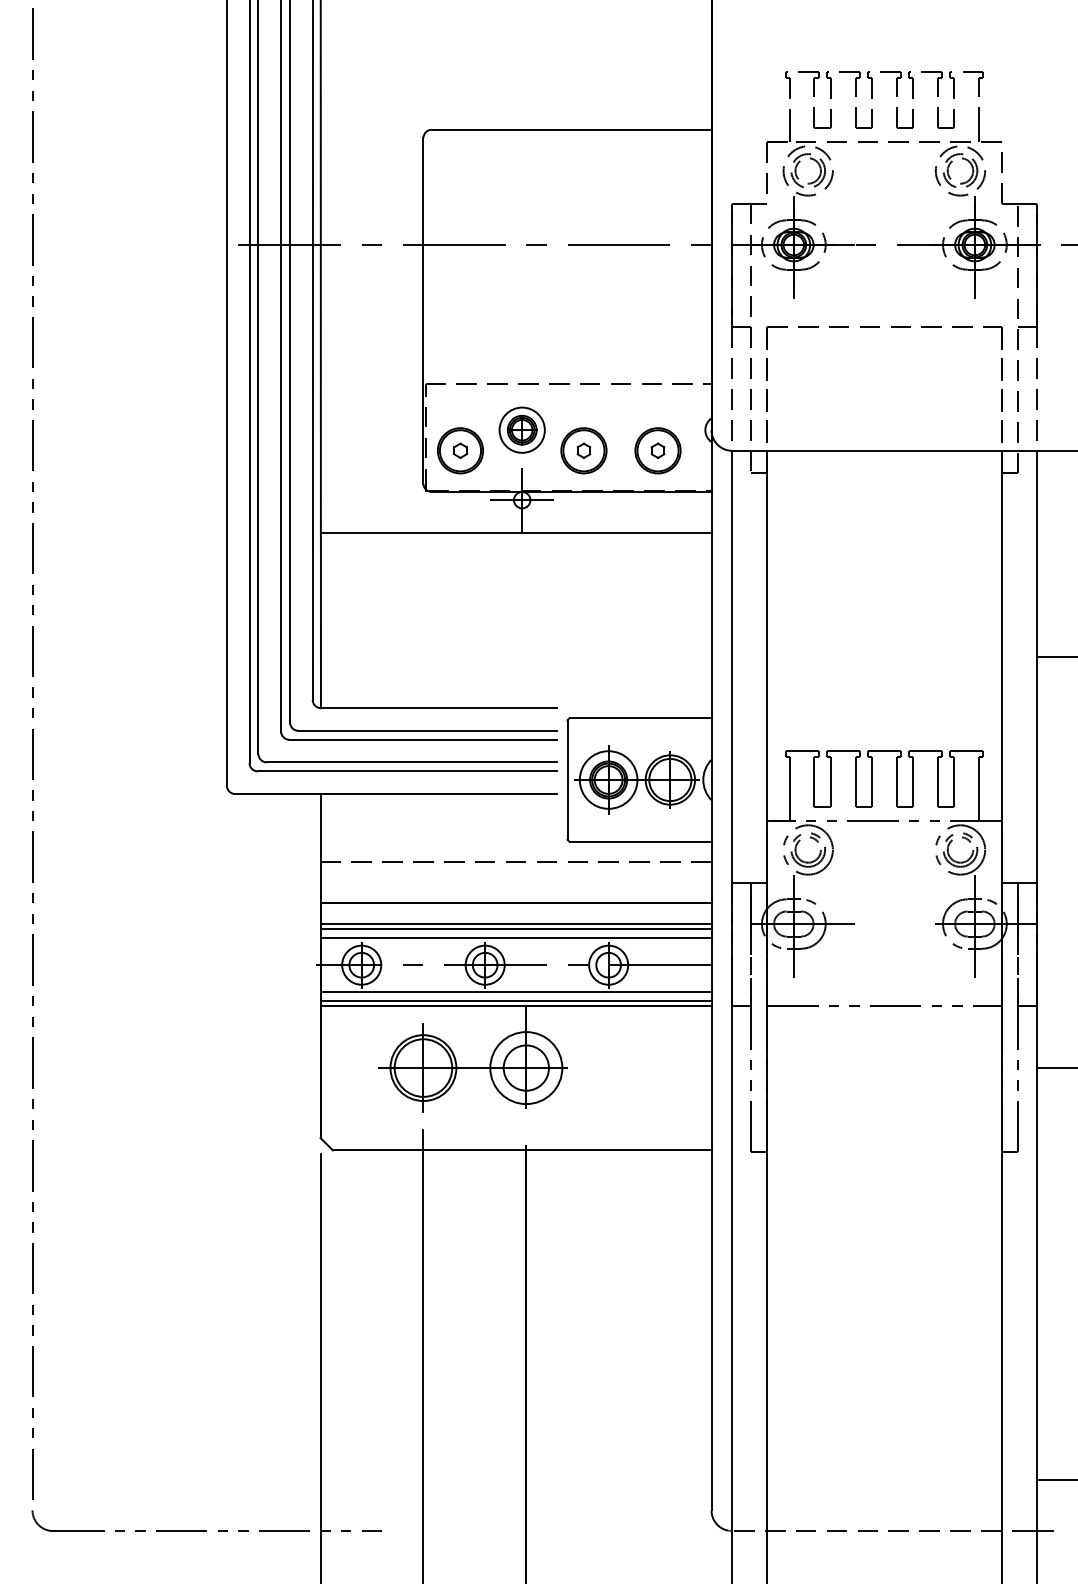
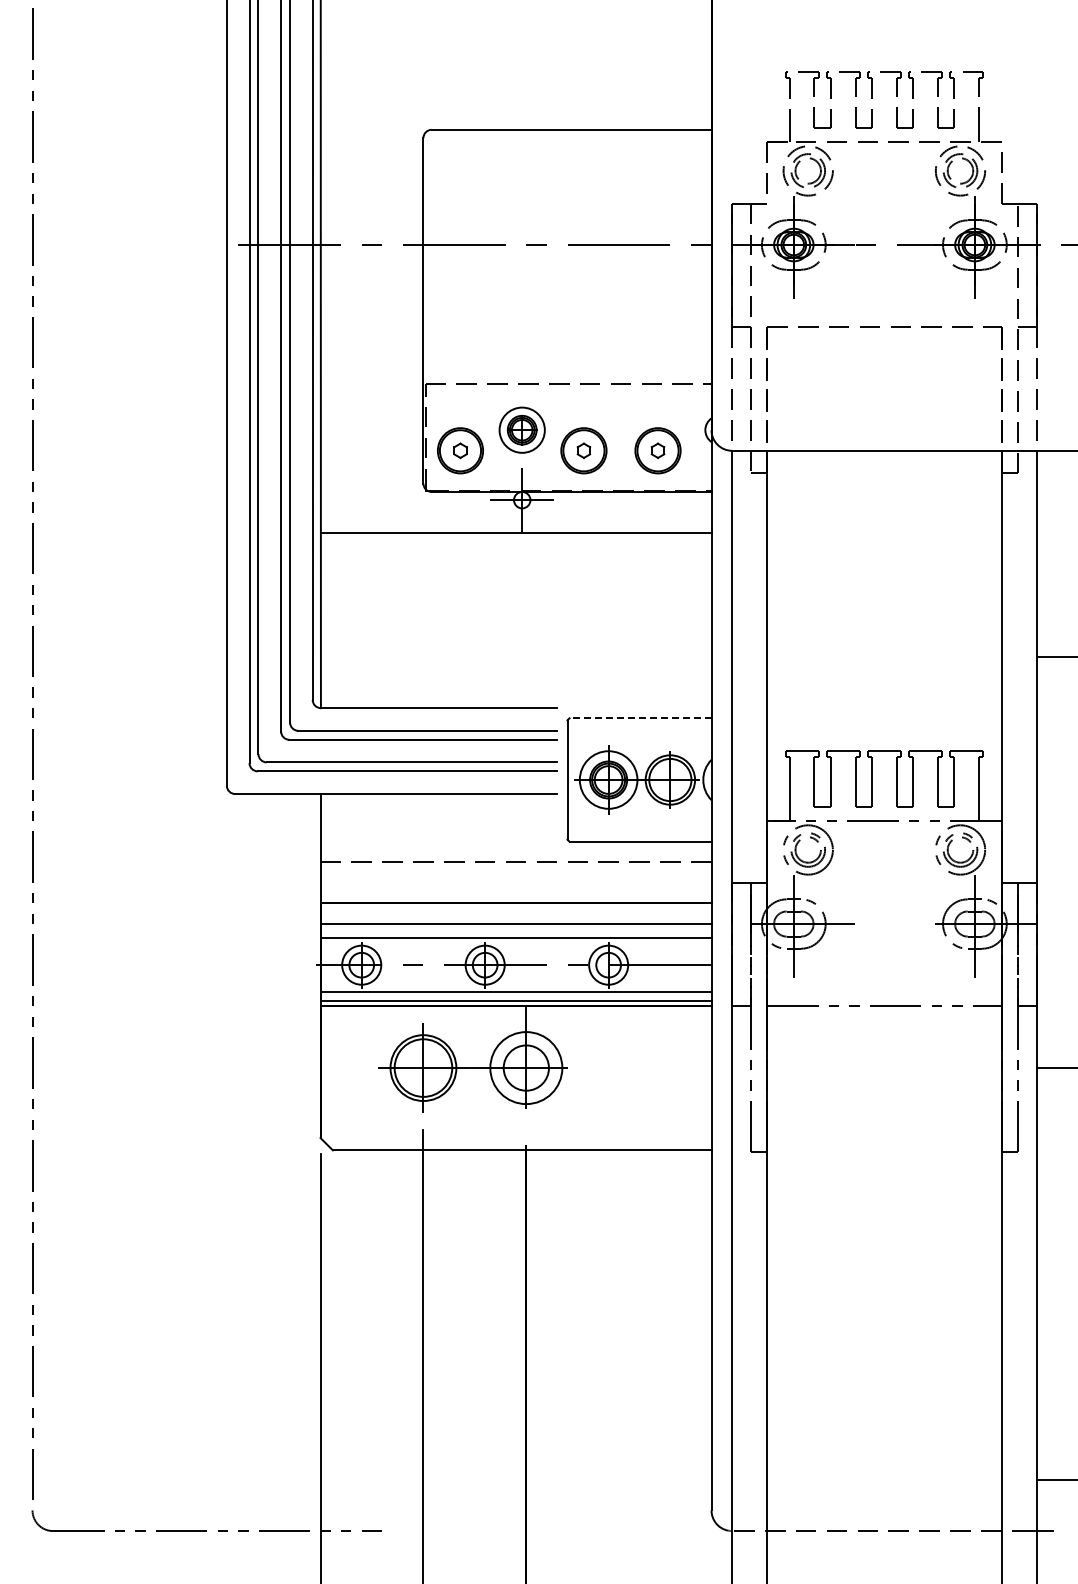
line at (640, 718): solid -> dashed
line at (515, 929): present -> none
